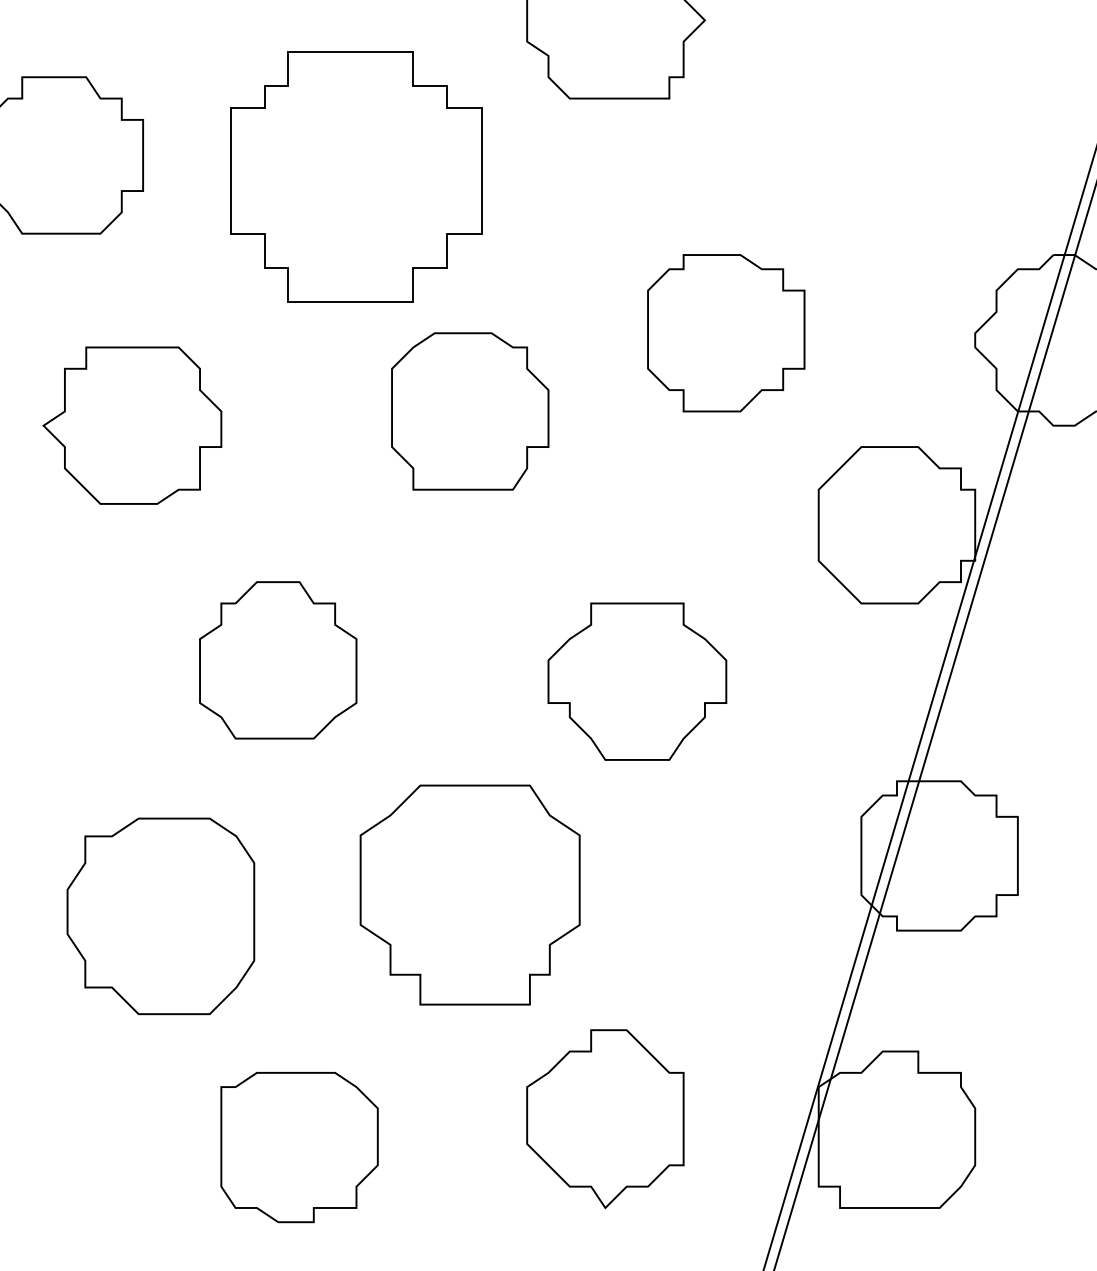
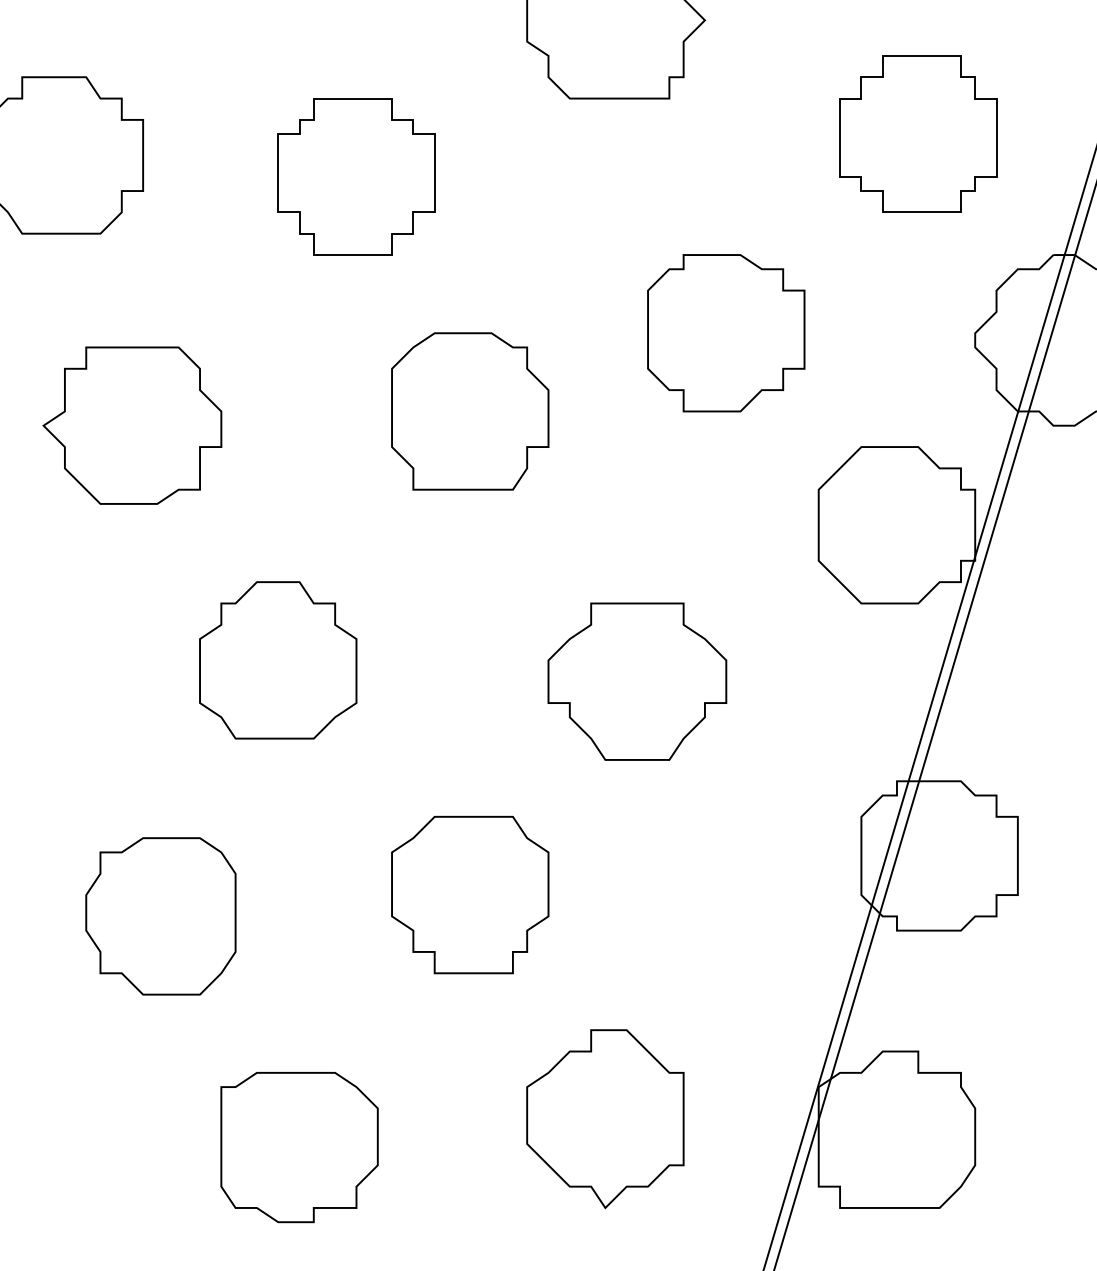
part at (918, 133): none -> present
part at (356, 176) size: 253x252 px -> 159x158 px
part at (469, 894) size: 222x222 px -> 159x160 px
part at (160, 916) size: 190x199 px -> 152x159 px
